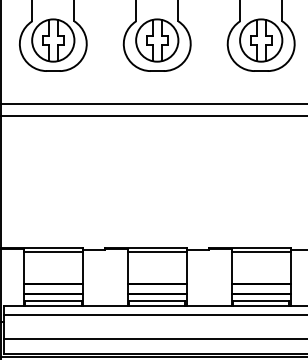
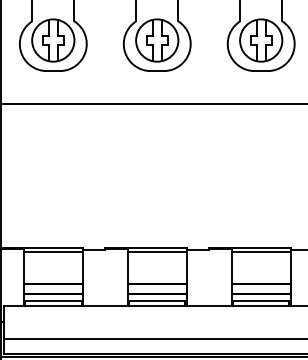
line at (153, 115): present -> none
line at (153, 315): present -> none
